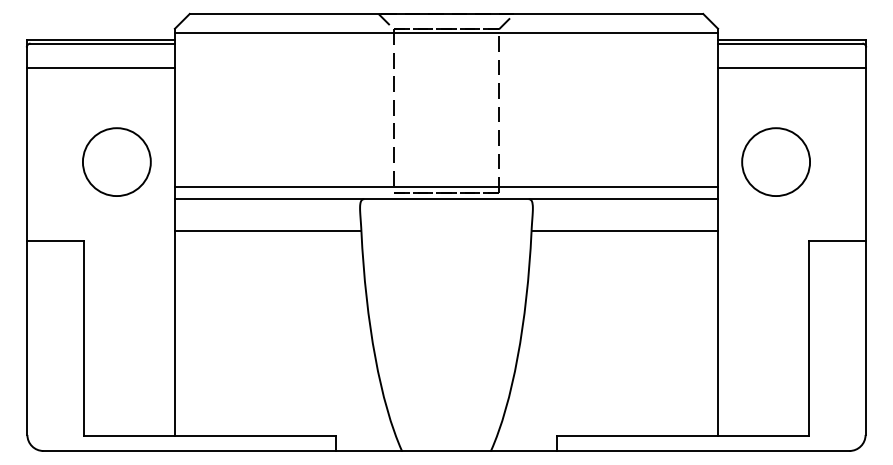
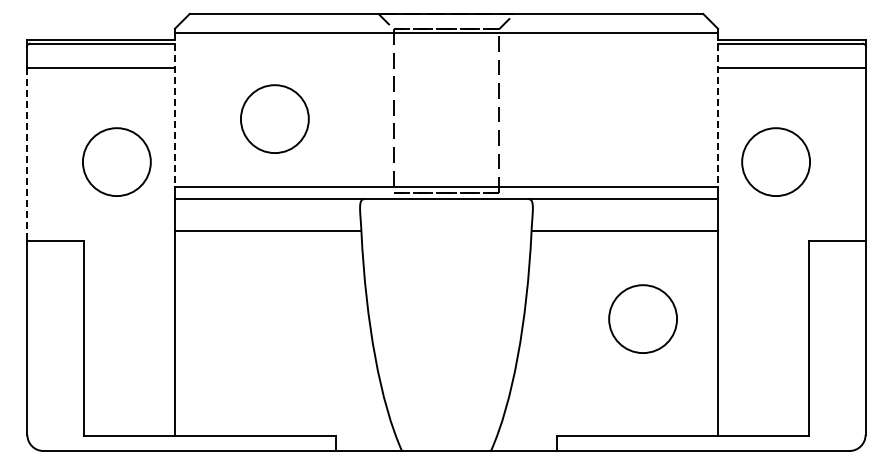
line at (174, 110): solid -> dashed
line at (718, 110): solid -> dashed
circle at (274, 118): none -> present
line at (26, 155): solid -> dashed
circle at (642, 318): none -> present
